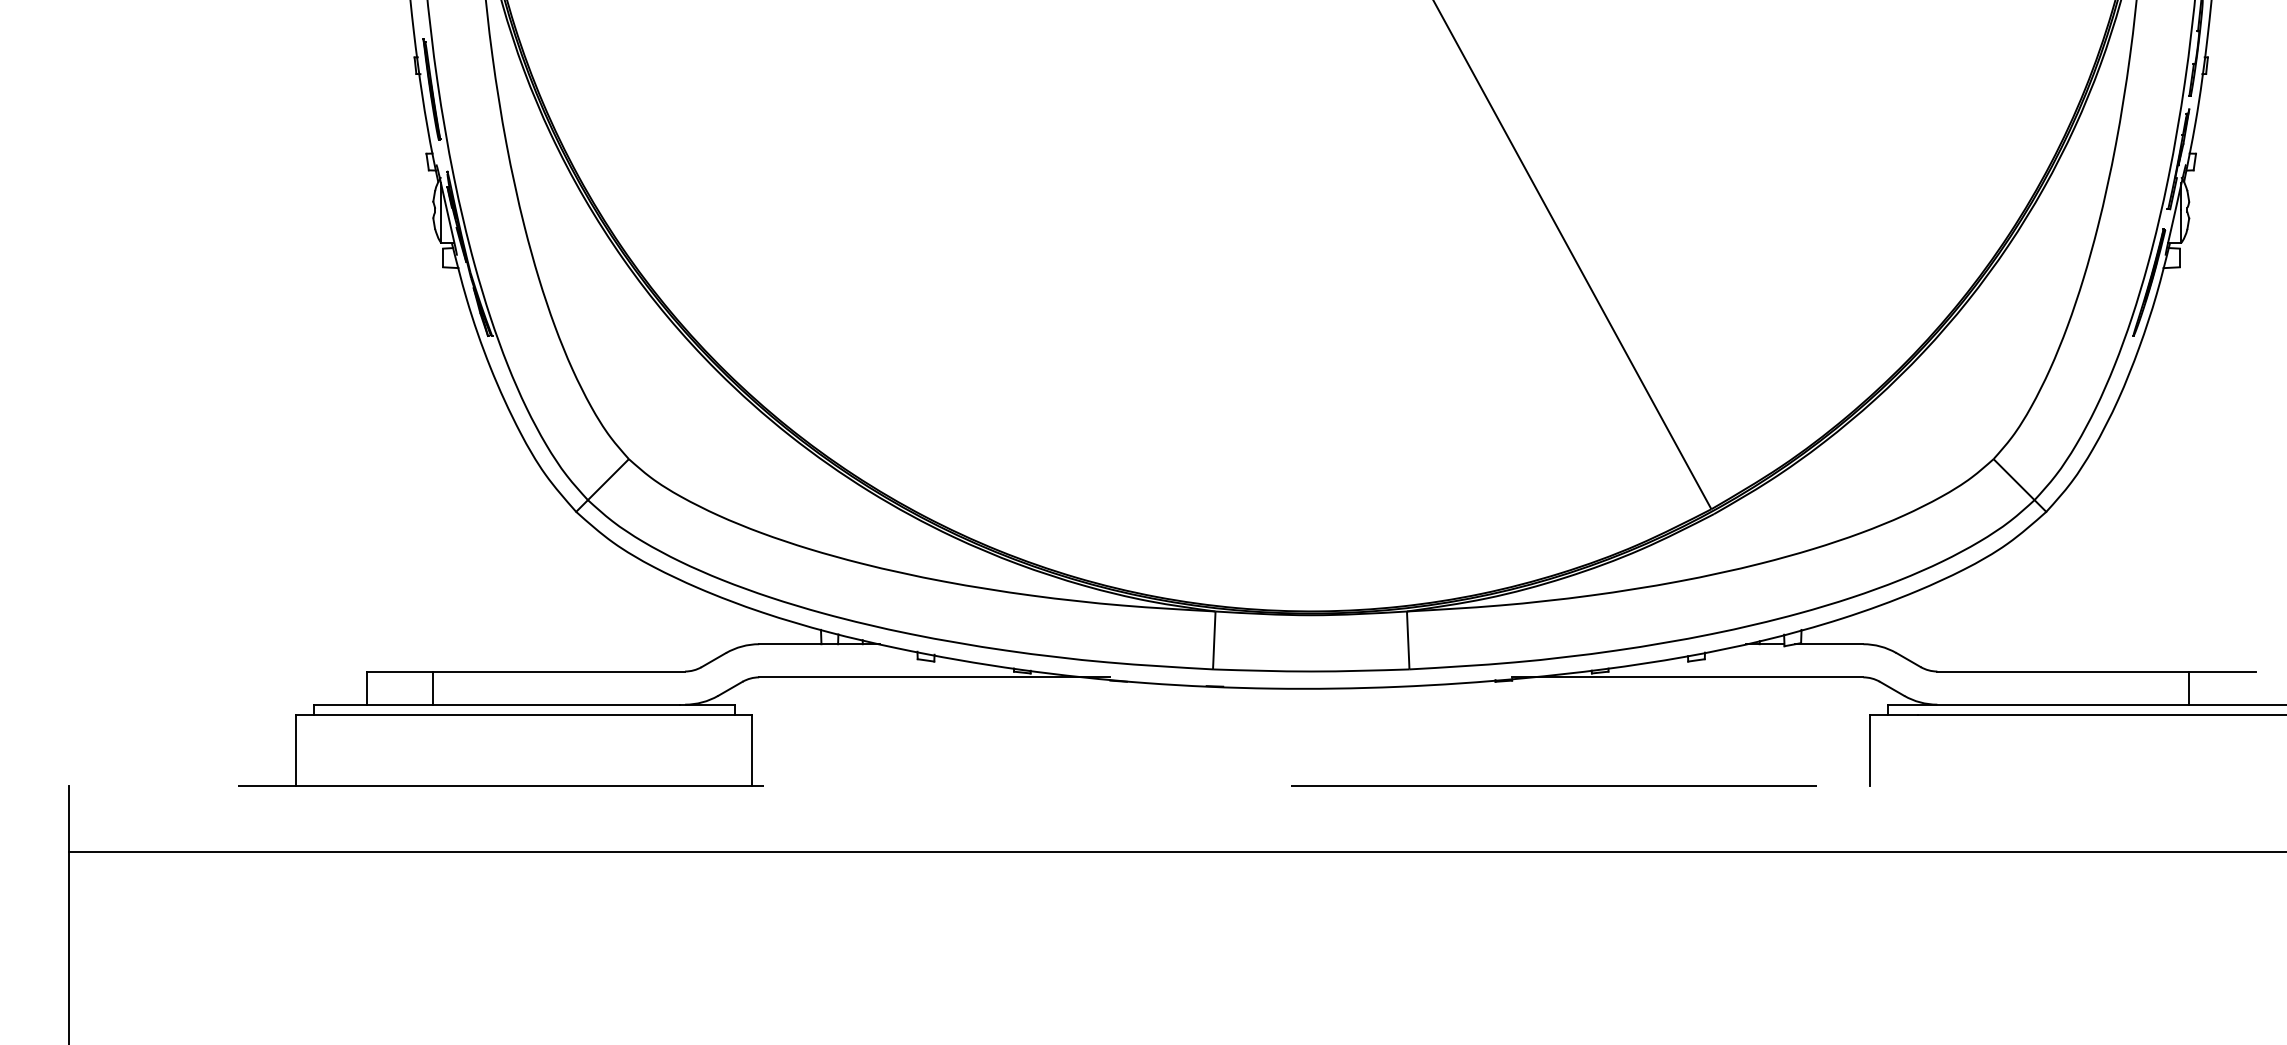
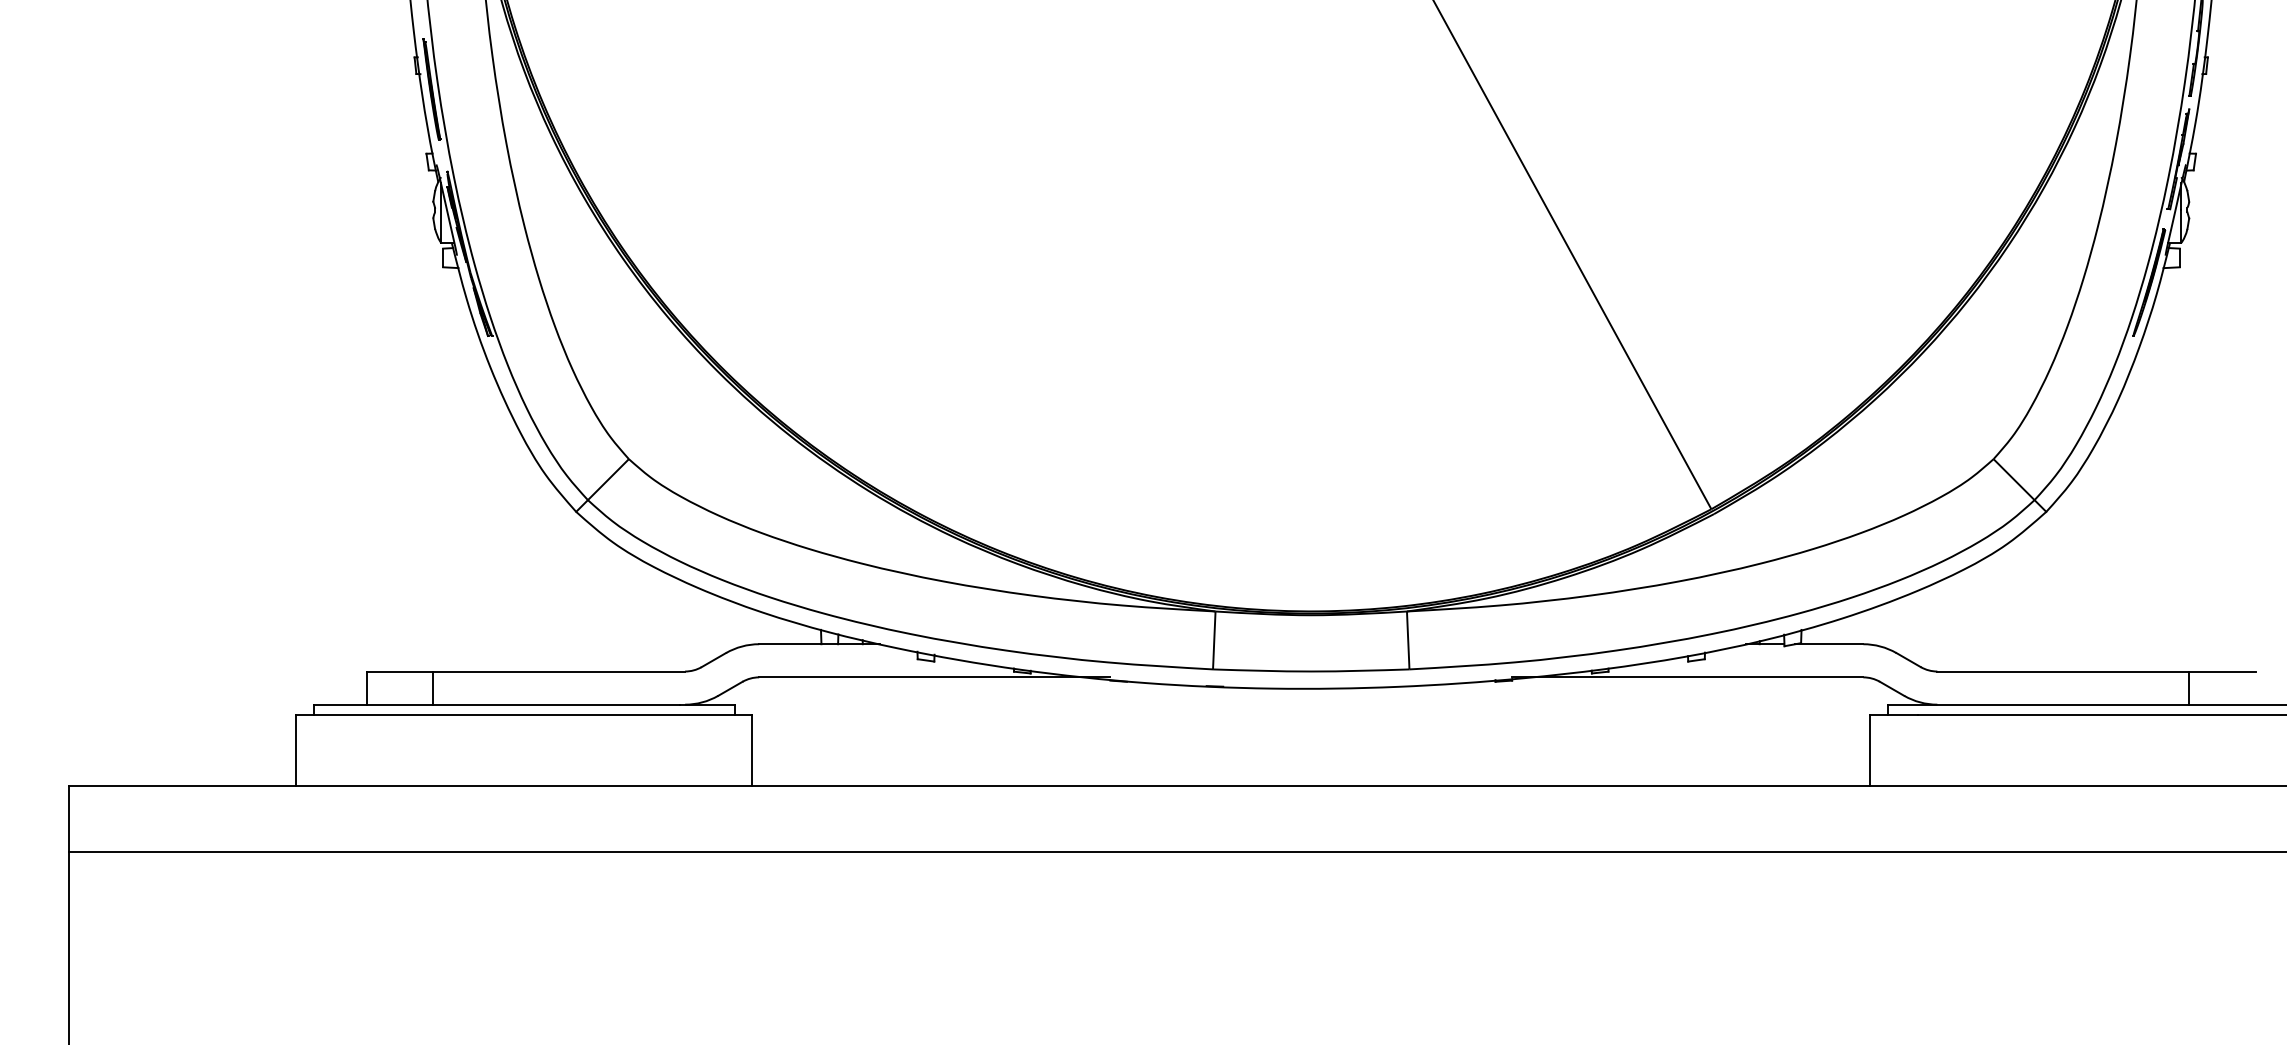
line at (1177, 785): dashed -> solid
